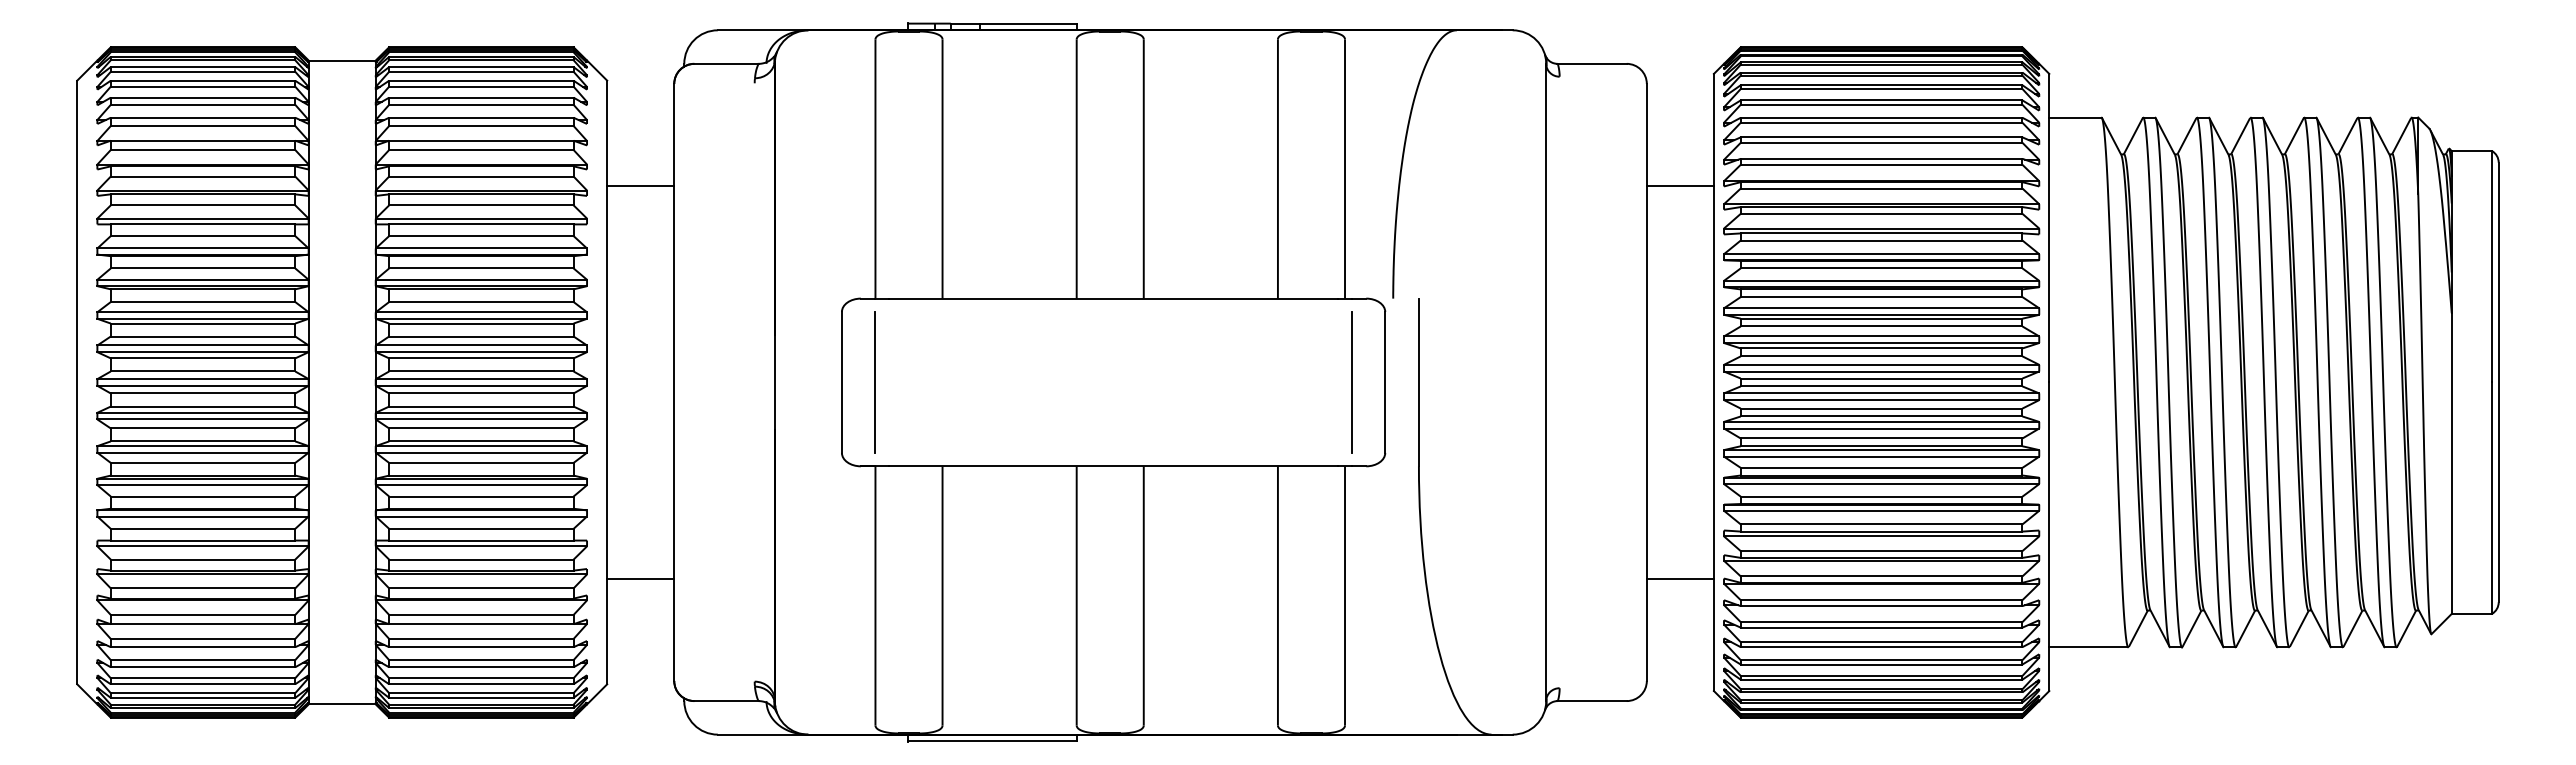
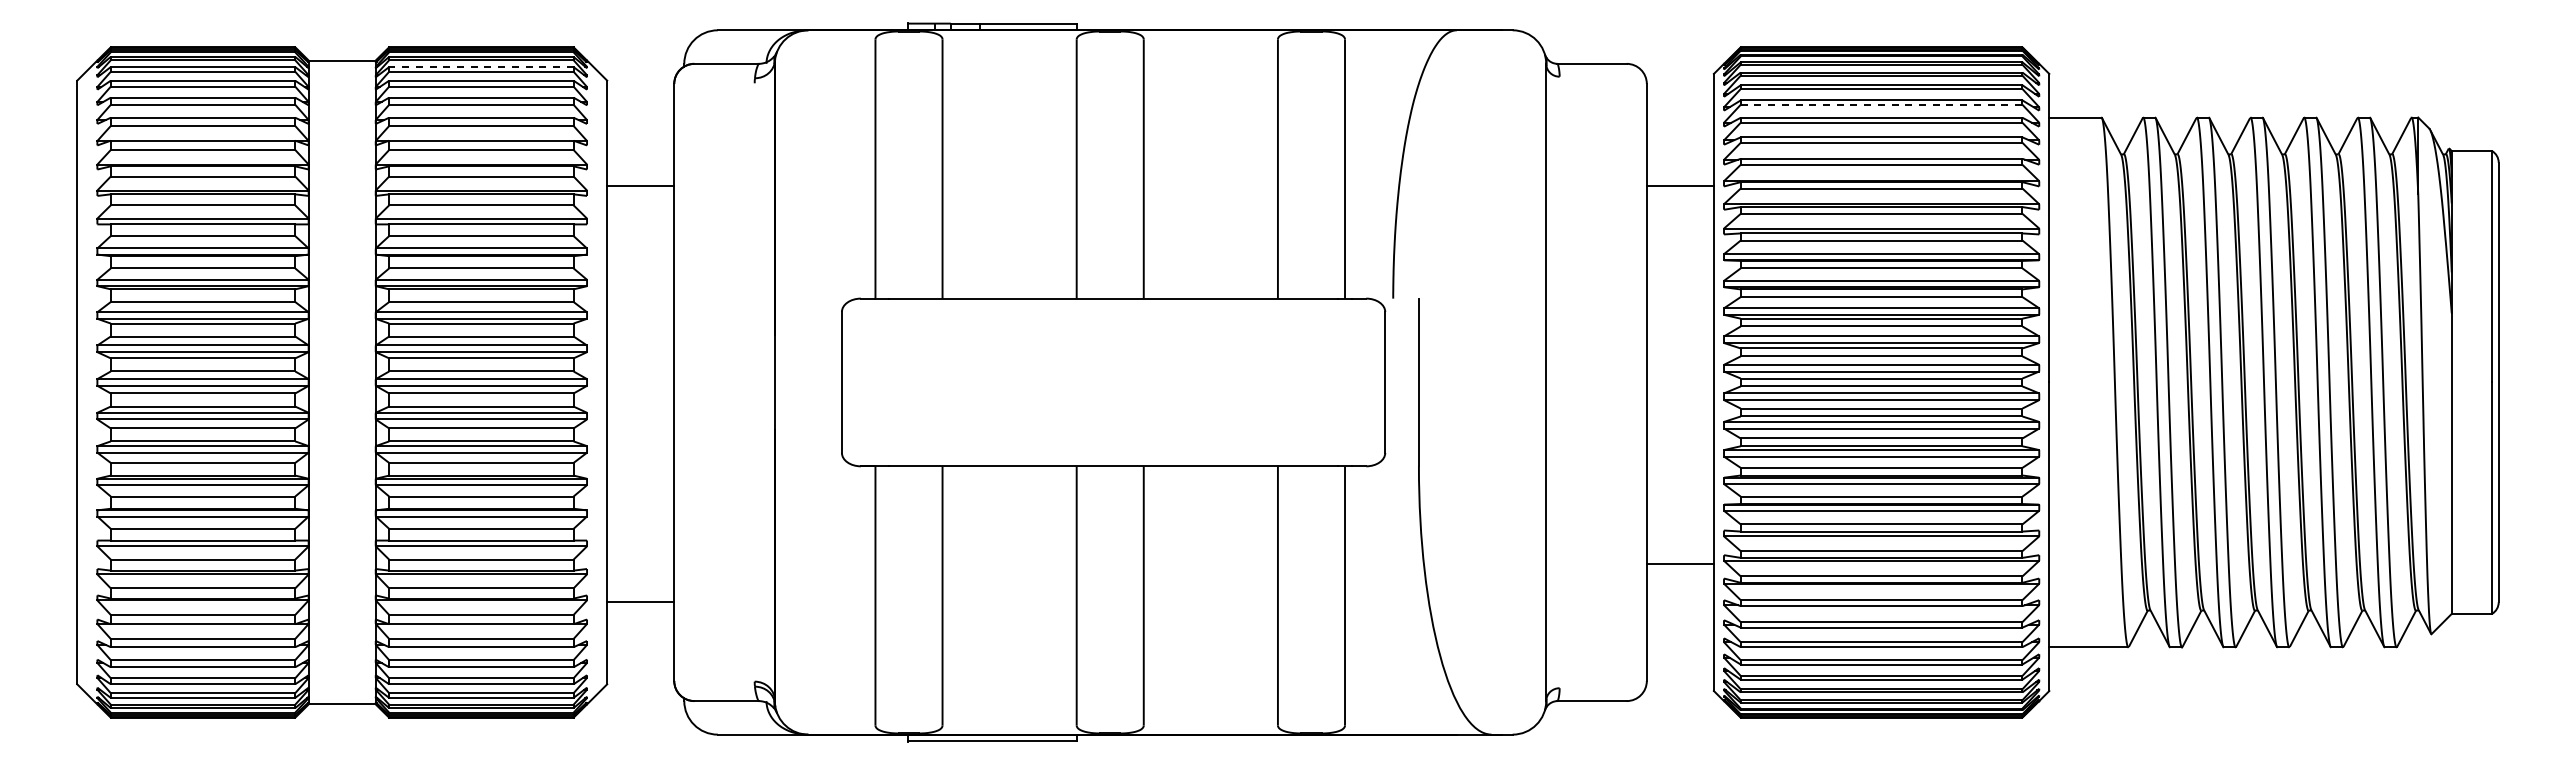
line at (480, 67): solid -> dashed
line at (1881, 104): solid -> dashed
line at (875, 382): present -> none
line at (1351, 382): present -> none
line at (640, 578) position: (640, 578) -> (640, 601)
line at (1679, 578) position: (1679, 578) -> (1679, 563)
